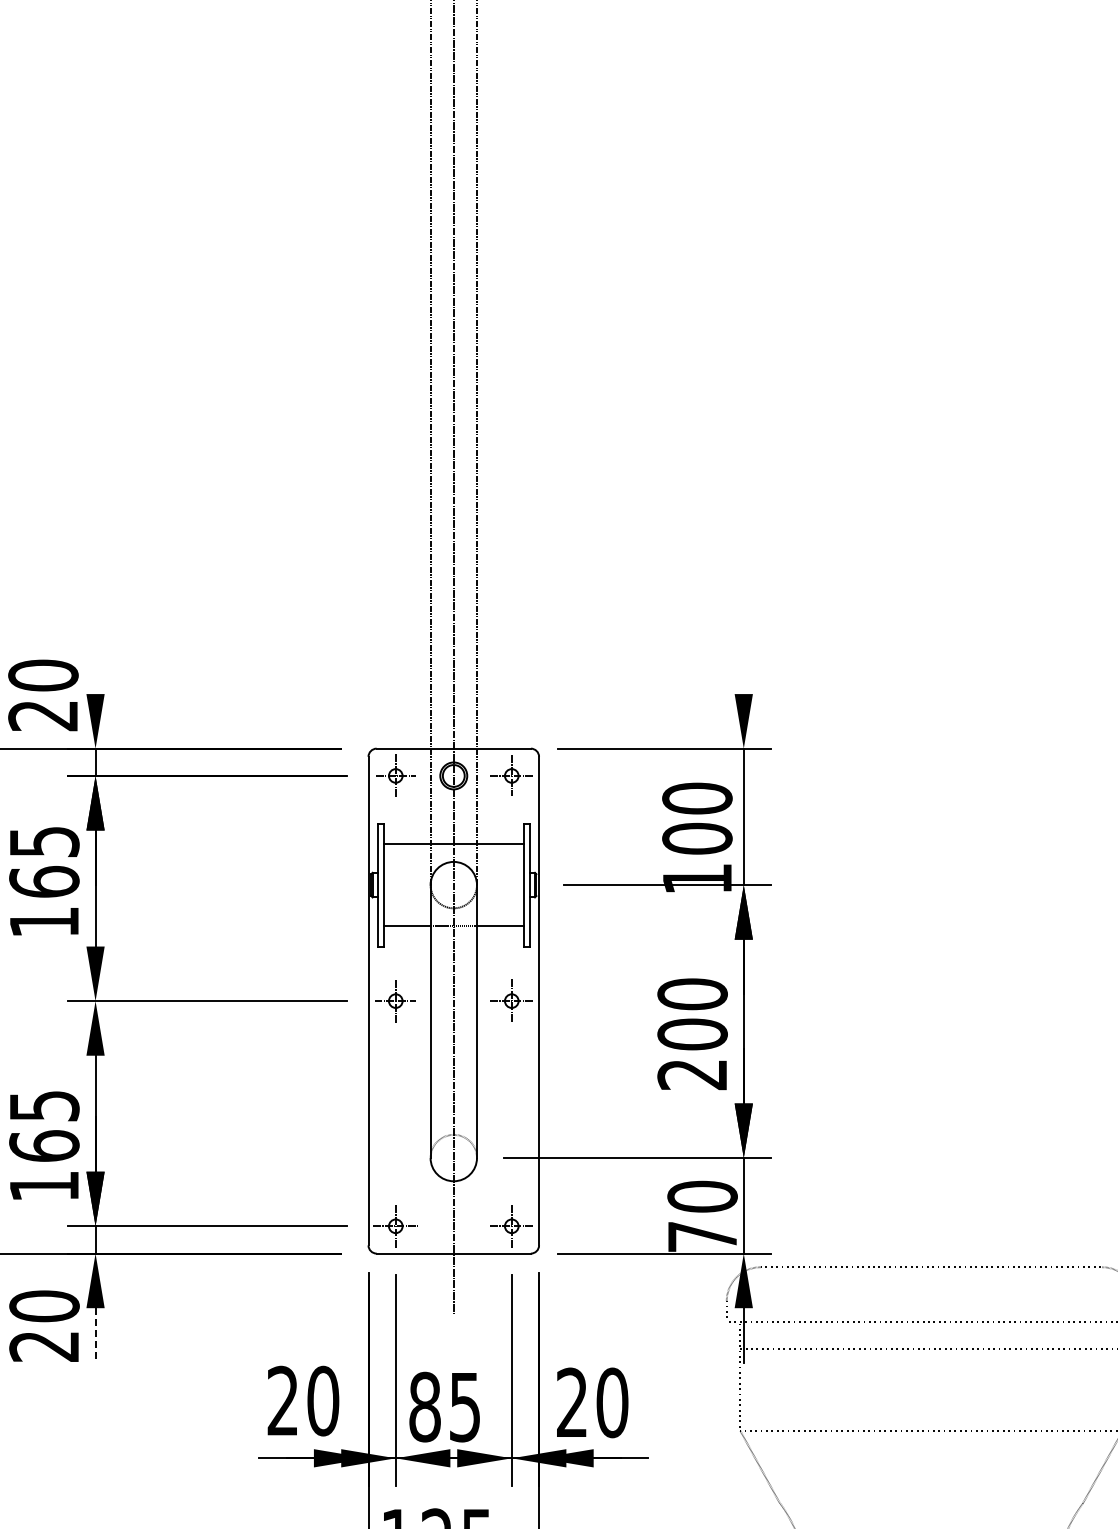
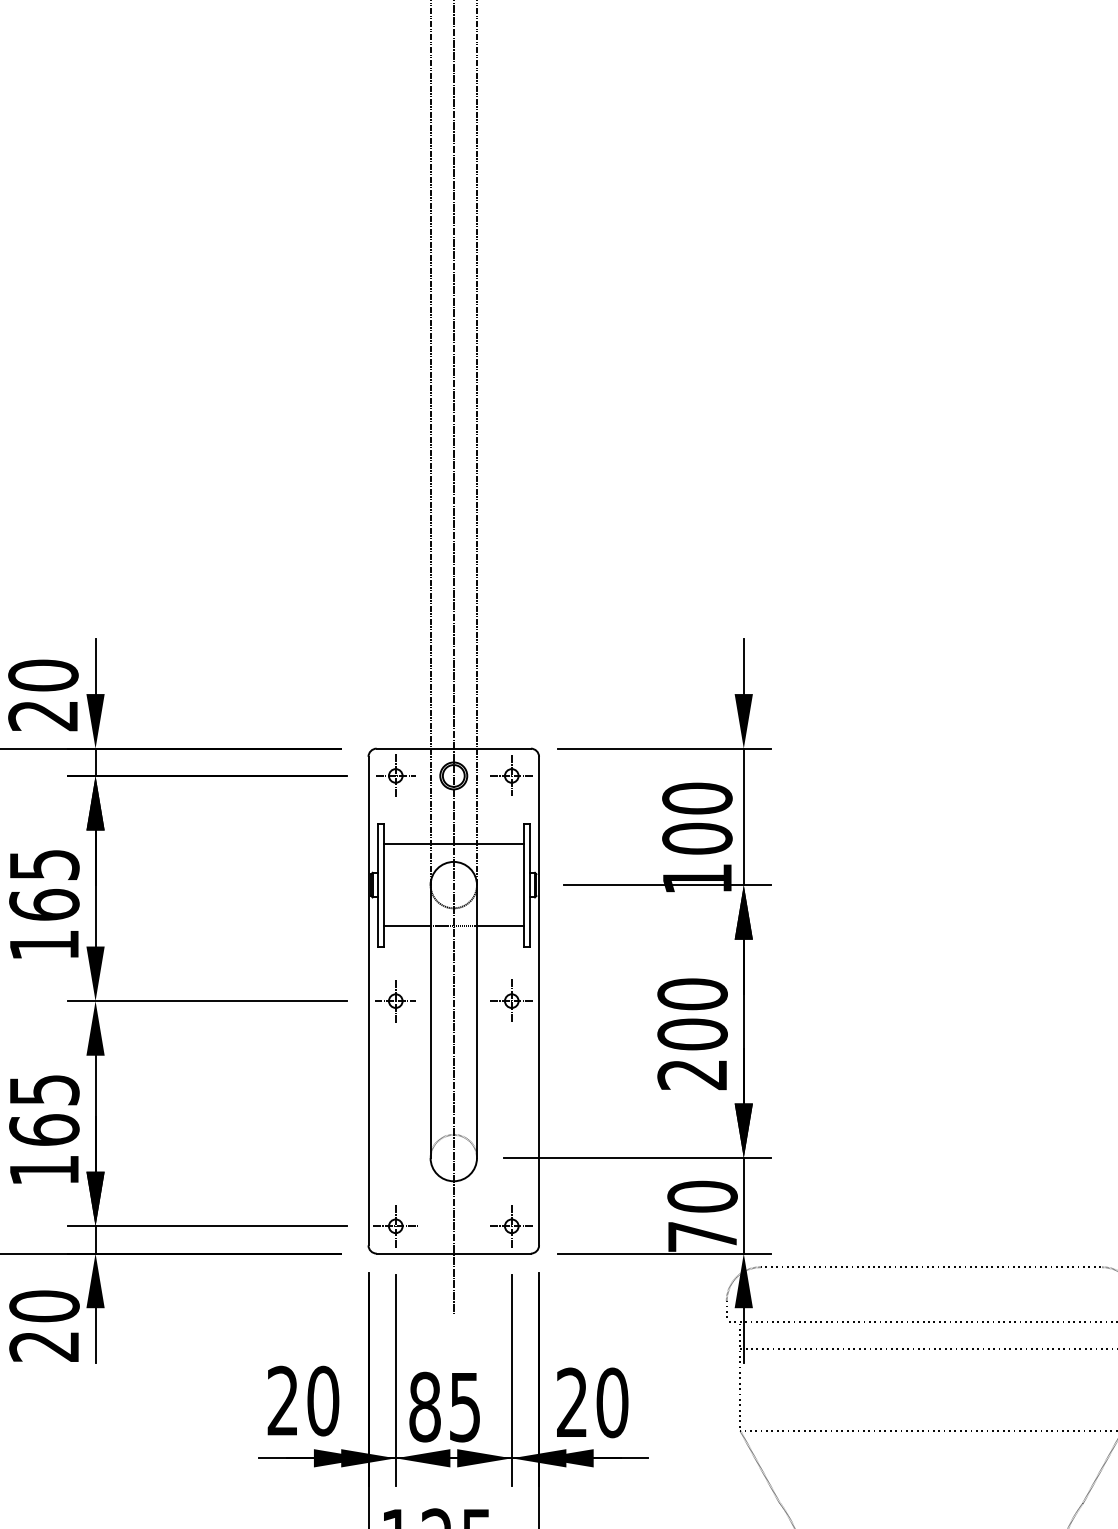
line at (95, 666): none -> present
line at (743, 666): none -> present
text at (44, 881) position: (44, 881) -> (44, 904)
text at (44, 1145) position: (44, 1145) -> (44, 1129)
line at (95, 1335): dashed -> solid
